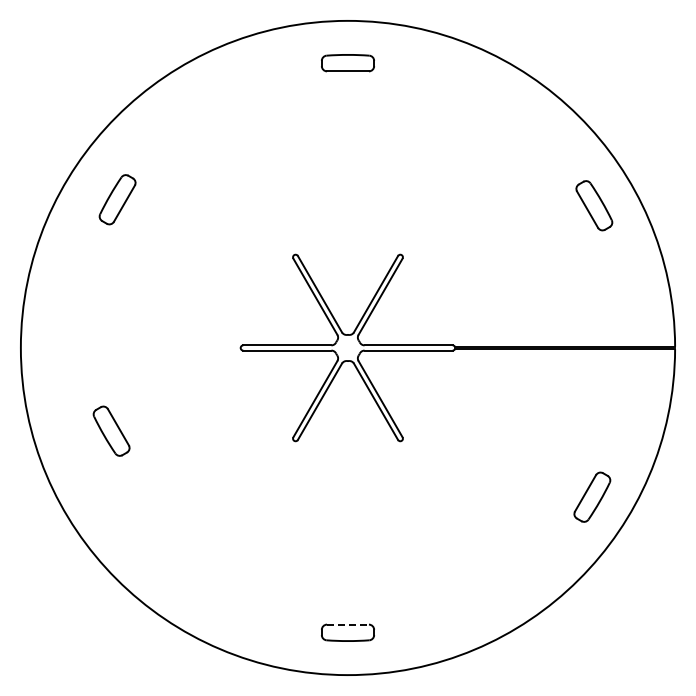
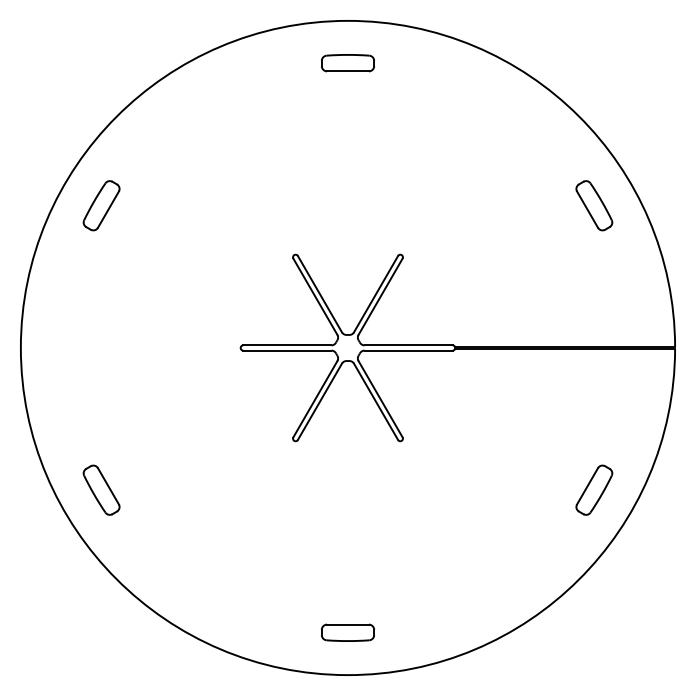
part at (117, 199) position: (117, 199) -> (101, 205)
part at (111, 430) position: (111, 430) -> (101, 489)
part at (592, 496) position: (592, 496) -> (594, 489)
line at (348, 624): dashed -> solid
